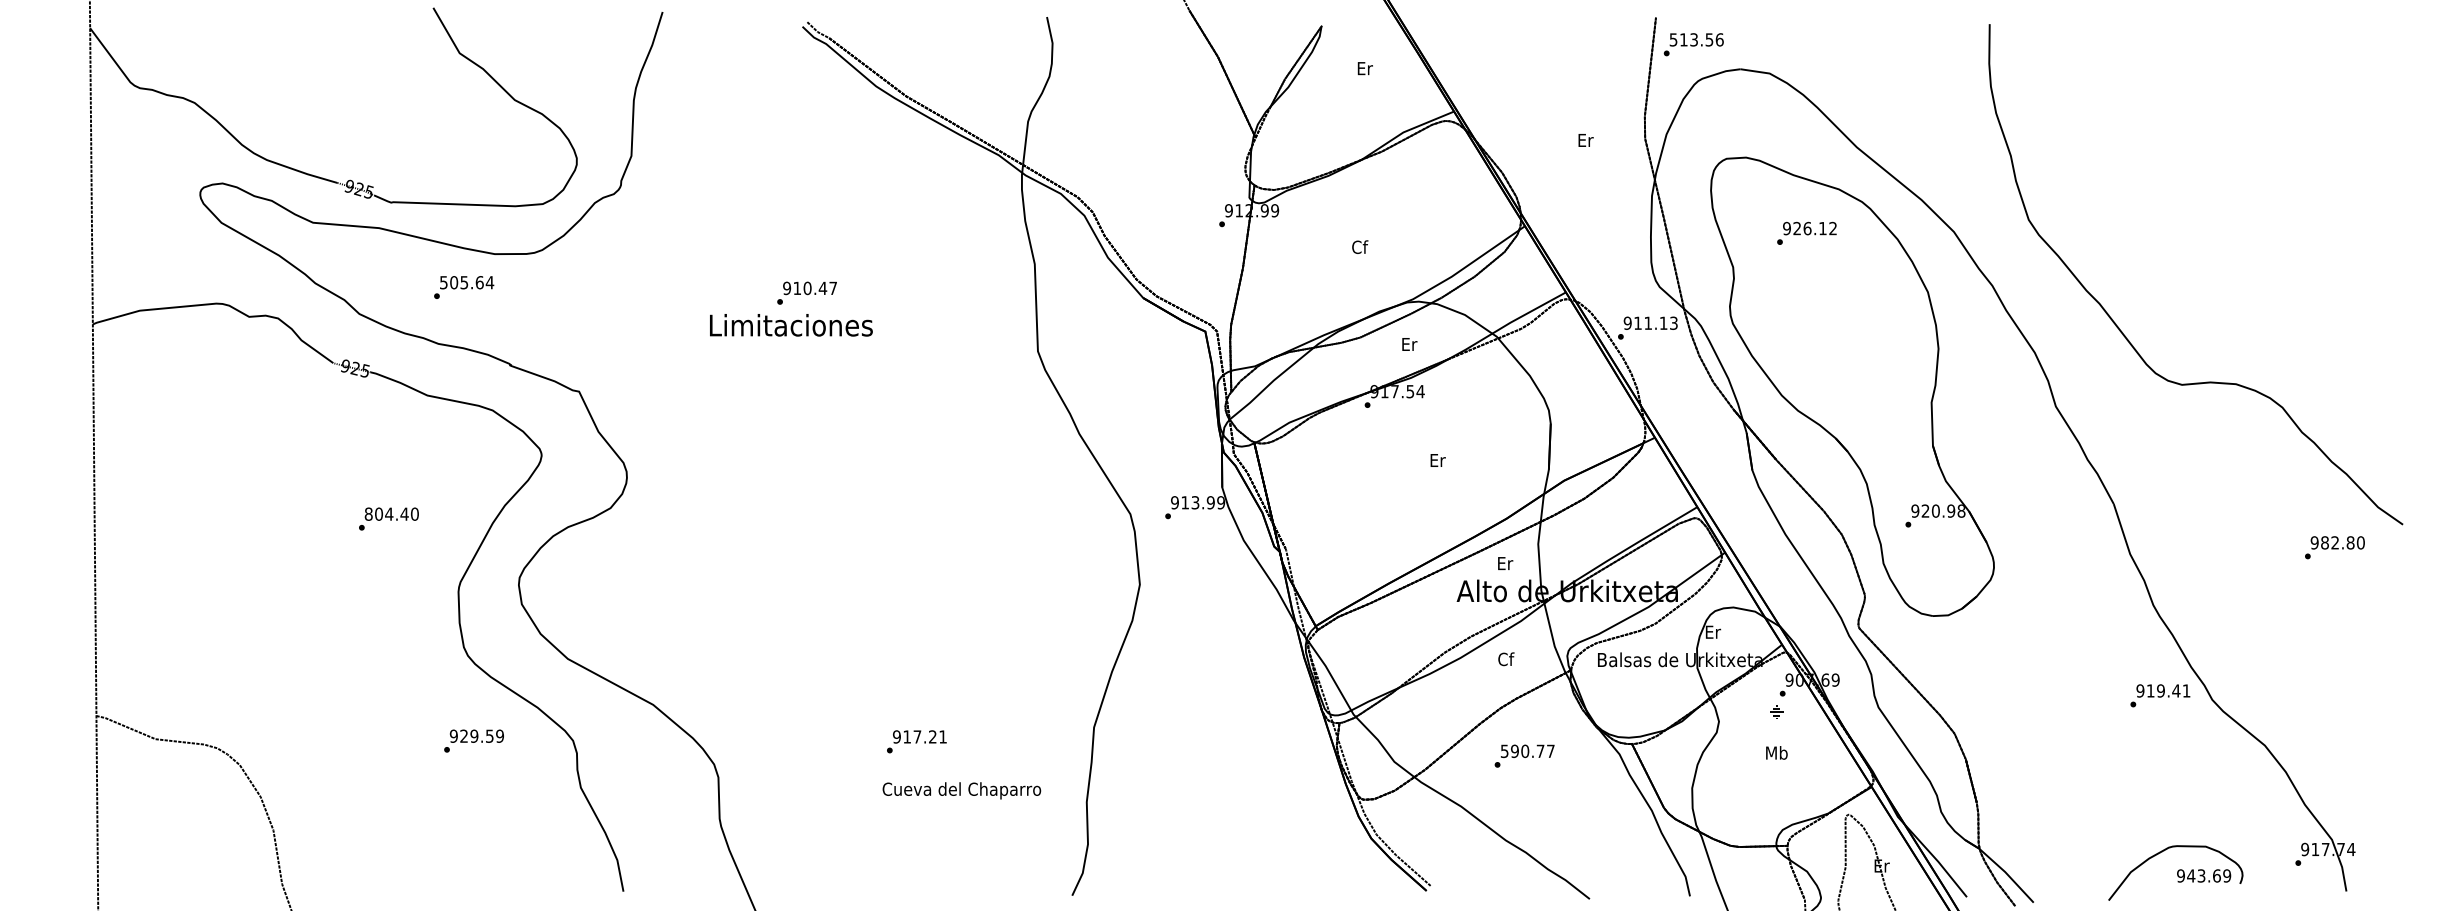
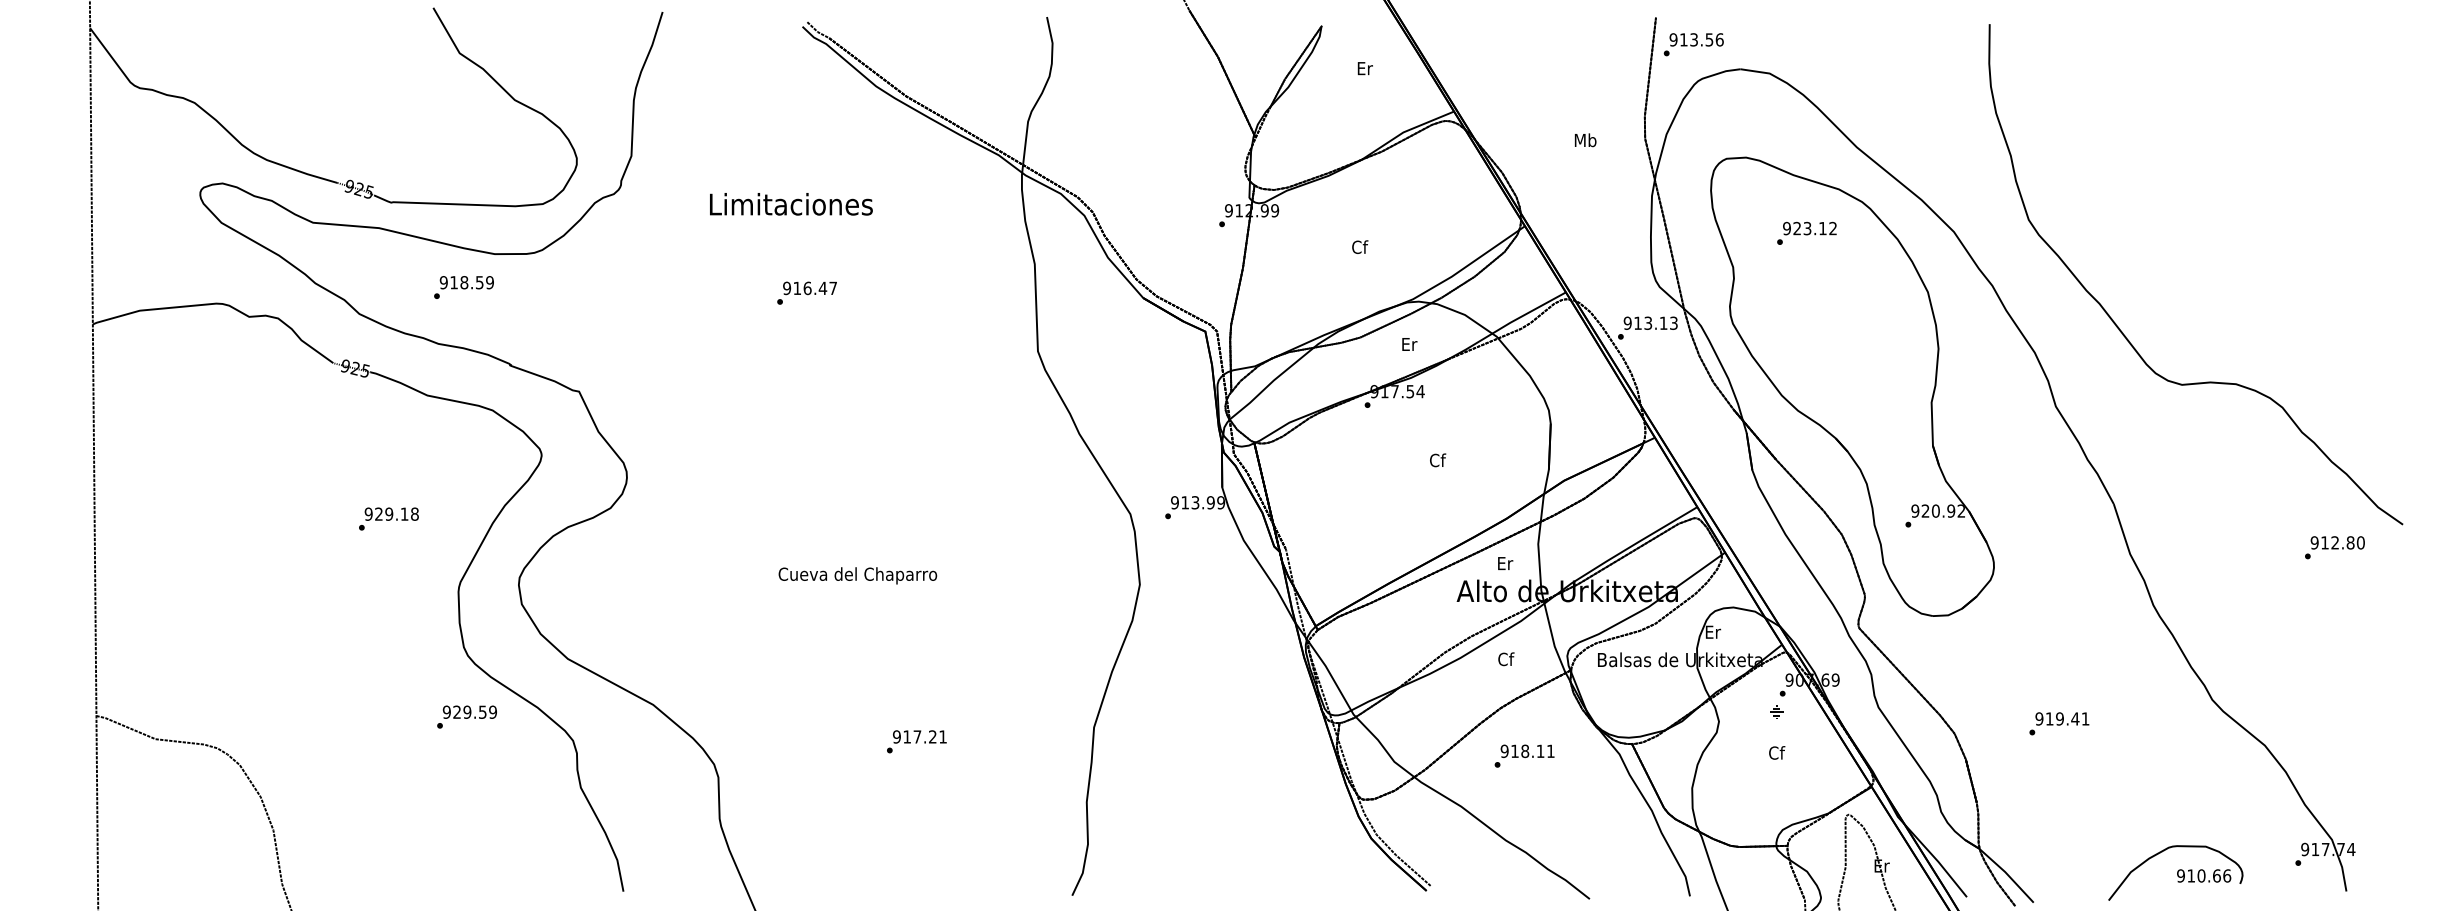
text at (1673, 39): 513.56 -> 913.56
text at (1585, 140): Er -> Mb
text at (1807, 228): 926.12 -> 923.12
text at (466, 282): 505.64 -> 918.59
text at (807, 287): 910.47 -> 916.47
text at (1648, 322): 911.13 -> 913.13
text at (791, 325) position: (791, 325) -> (791, 204)
text at (1438, 460): Er -> Cf
text at (1961, 510): 920.98 -> 920.92
text at (391, 513): 804.40 -> 929.18
text at (2324, 542): 982.80 -> 912.80
text at (2160, 695) position: (2160, 695) -> (2059, 723)
text at (473, 740) position: (473, 740) -> (466, 716)
text at (1527, 751): 590.77 -> 918.11
text at (1776, 752): Mb -> Cf
text at (961, 790) position: (961, 790) -> (857, 575)
text at (2209, 875): 943.69 -> 910.66
